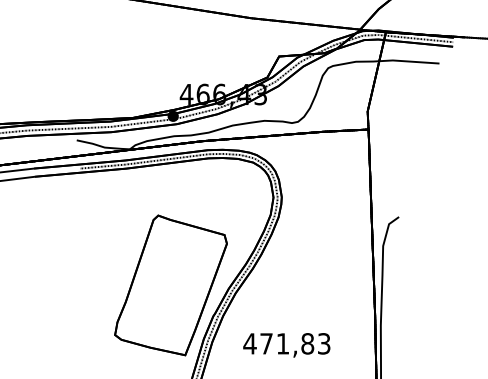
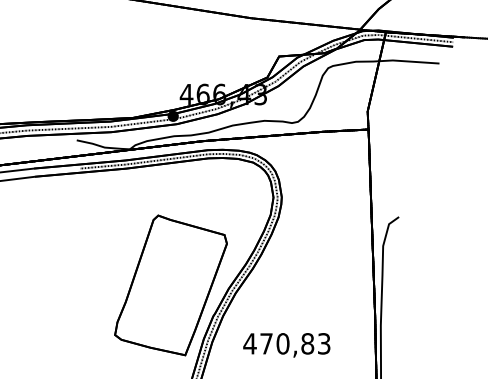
text at (282, 343): 471,83 -> 470,83
